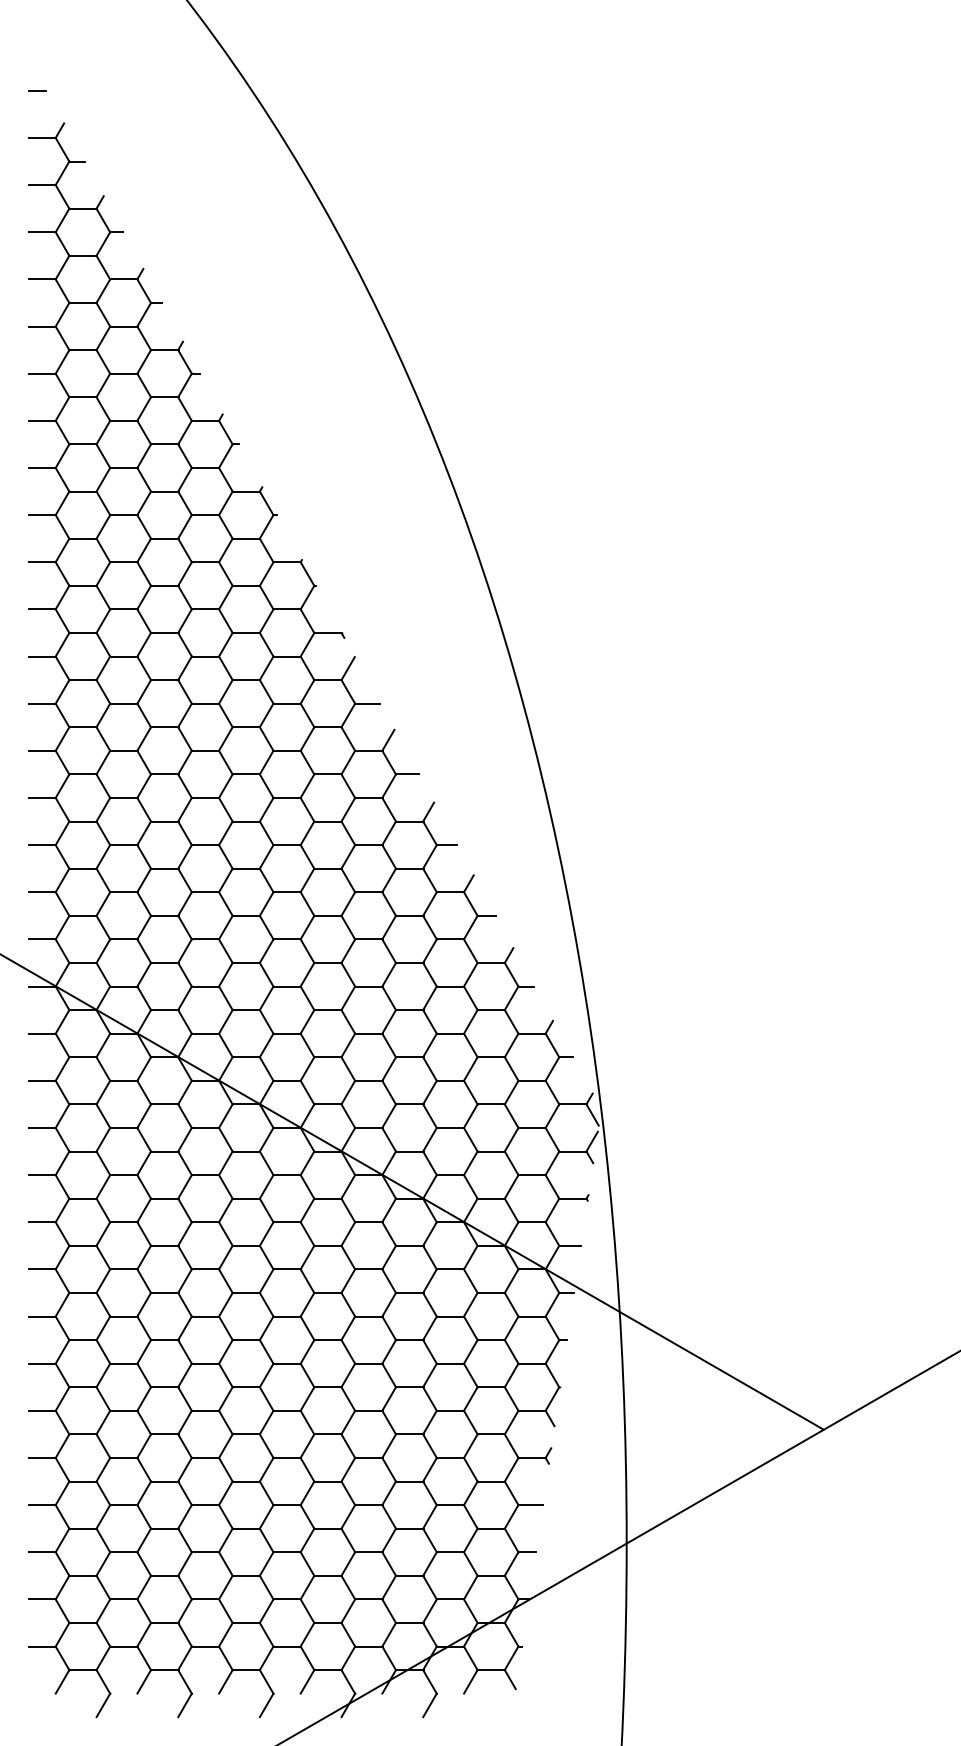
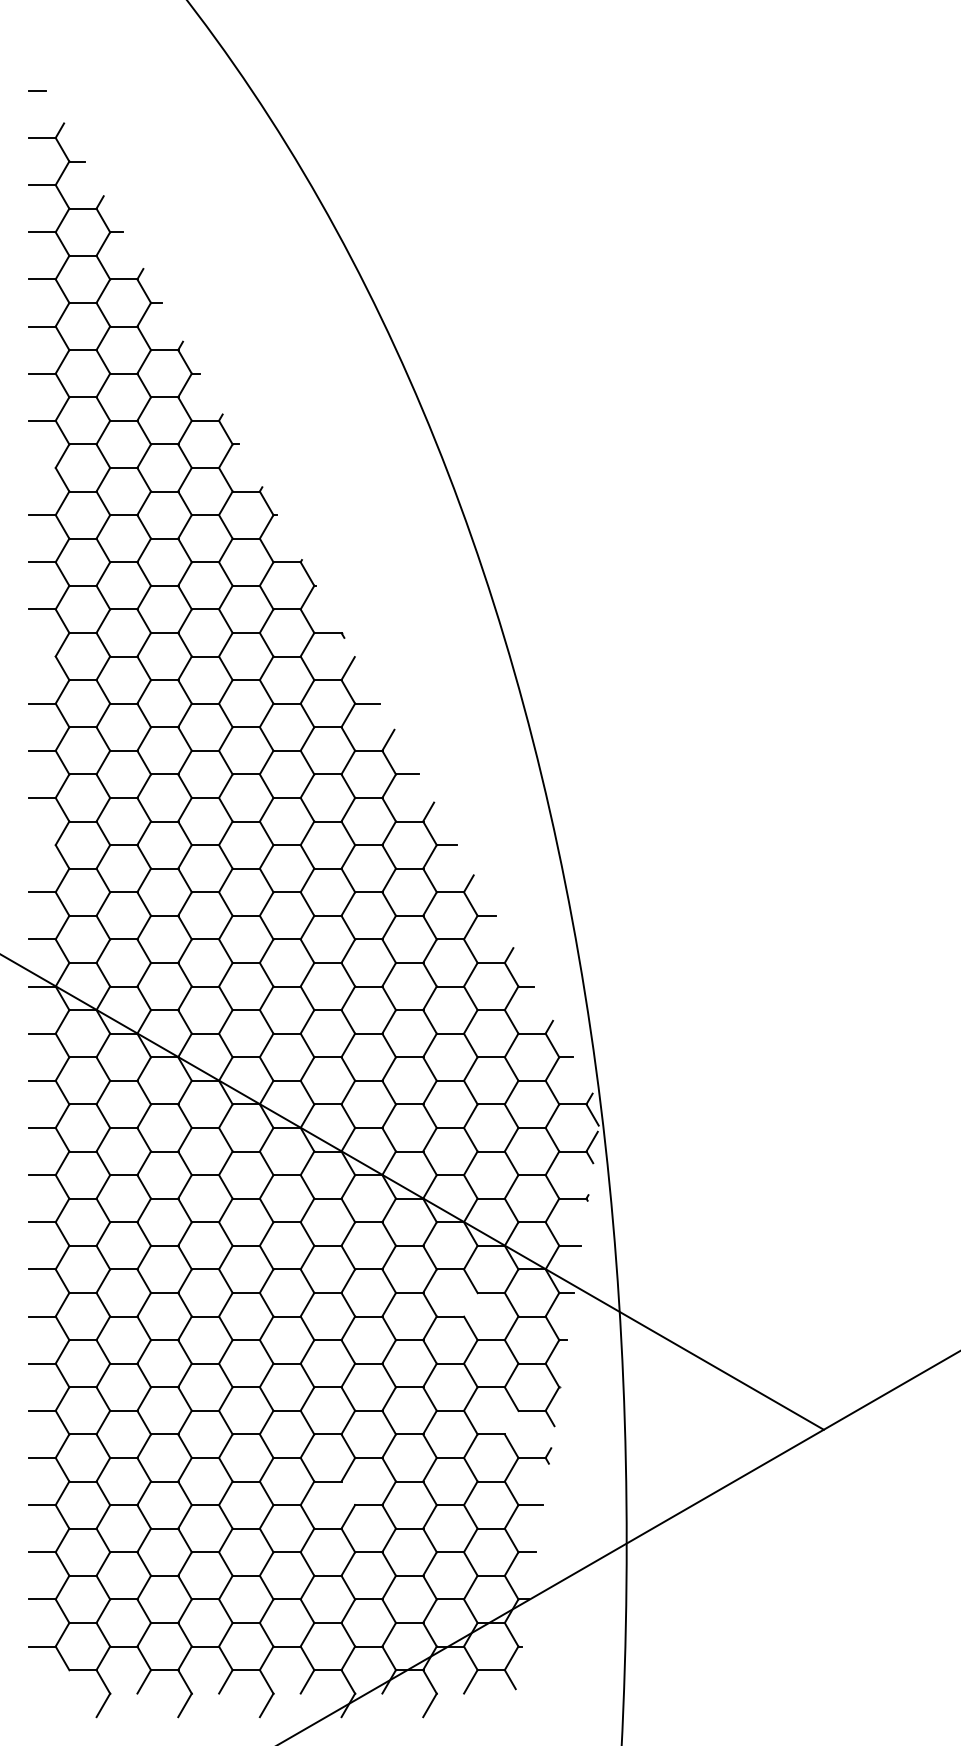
line at (42, 467): present -> none
line at (42, 656): present -> none
line at (42, 845): present -> none
line at (470, 1304): present -> none
line at (511, 1422): present -> none
line at (348, 1493): present -> none
line at (62, 1681): present -> none
